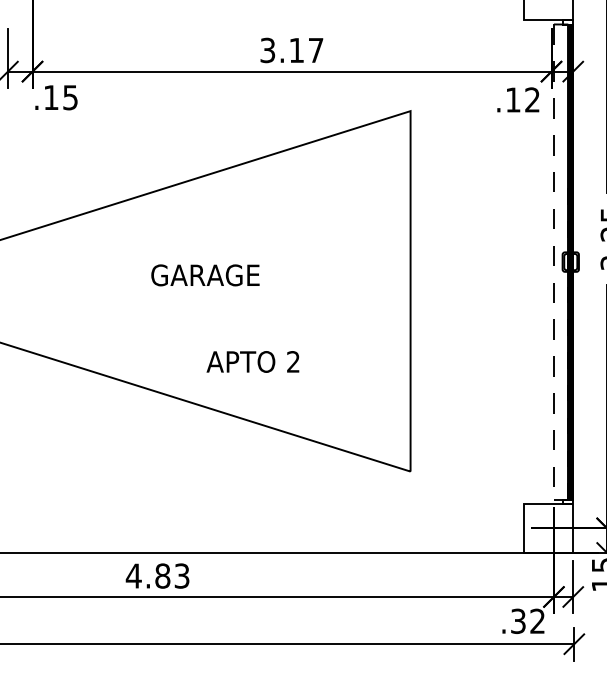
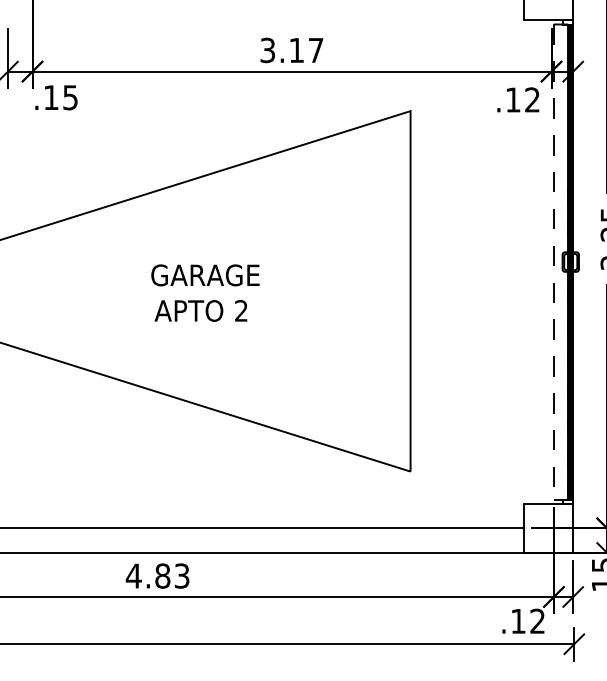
text at (252, 361) position: (252, 361) -> (200, 310)
line at (263, 528): none -> present
text at (518, 621): .32 -> .12
